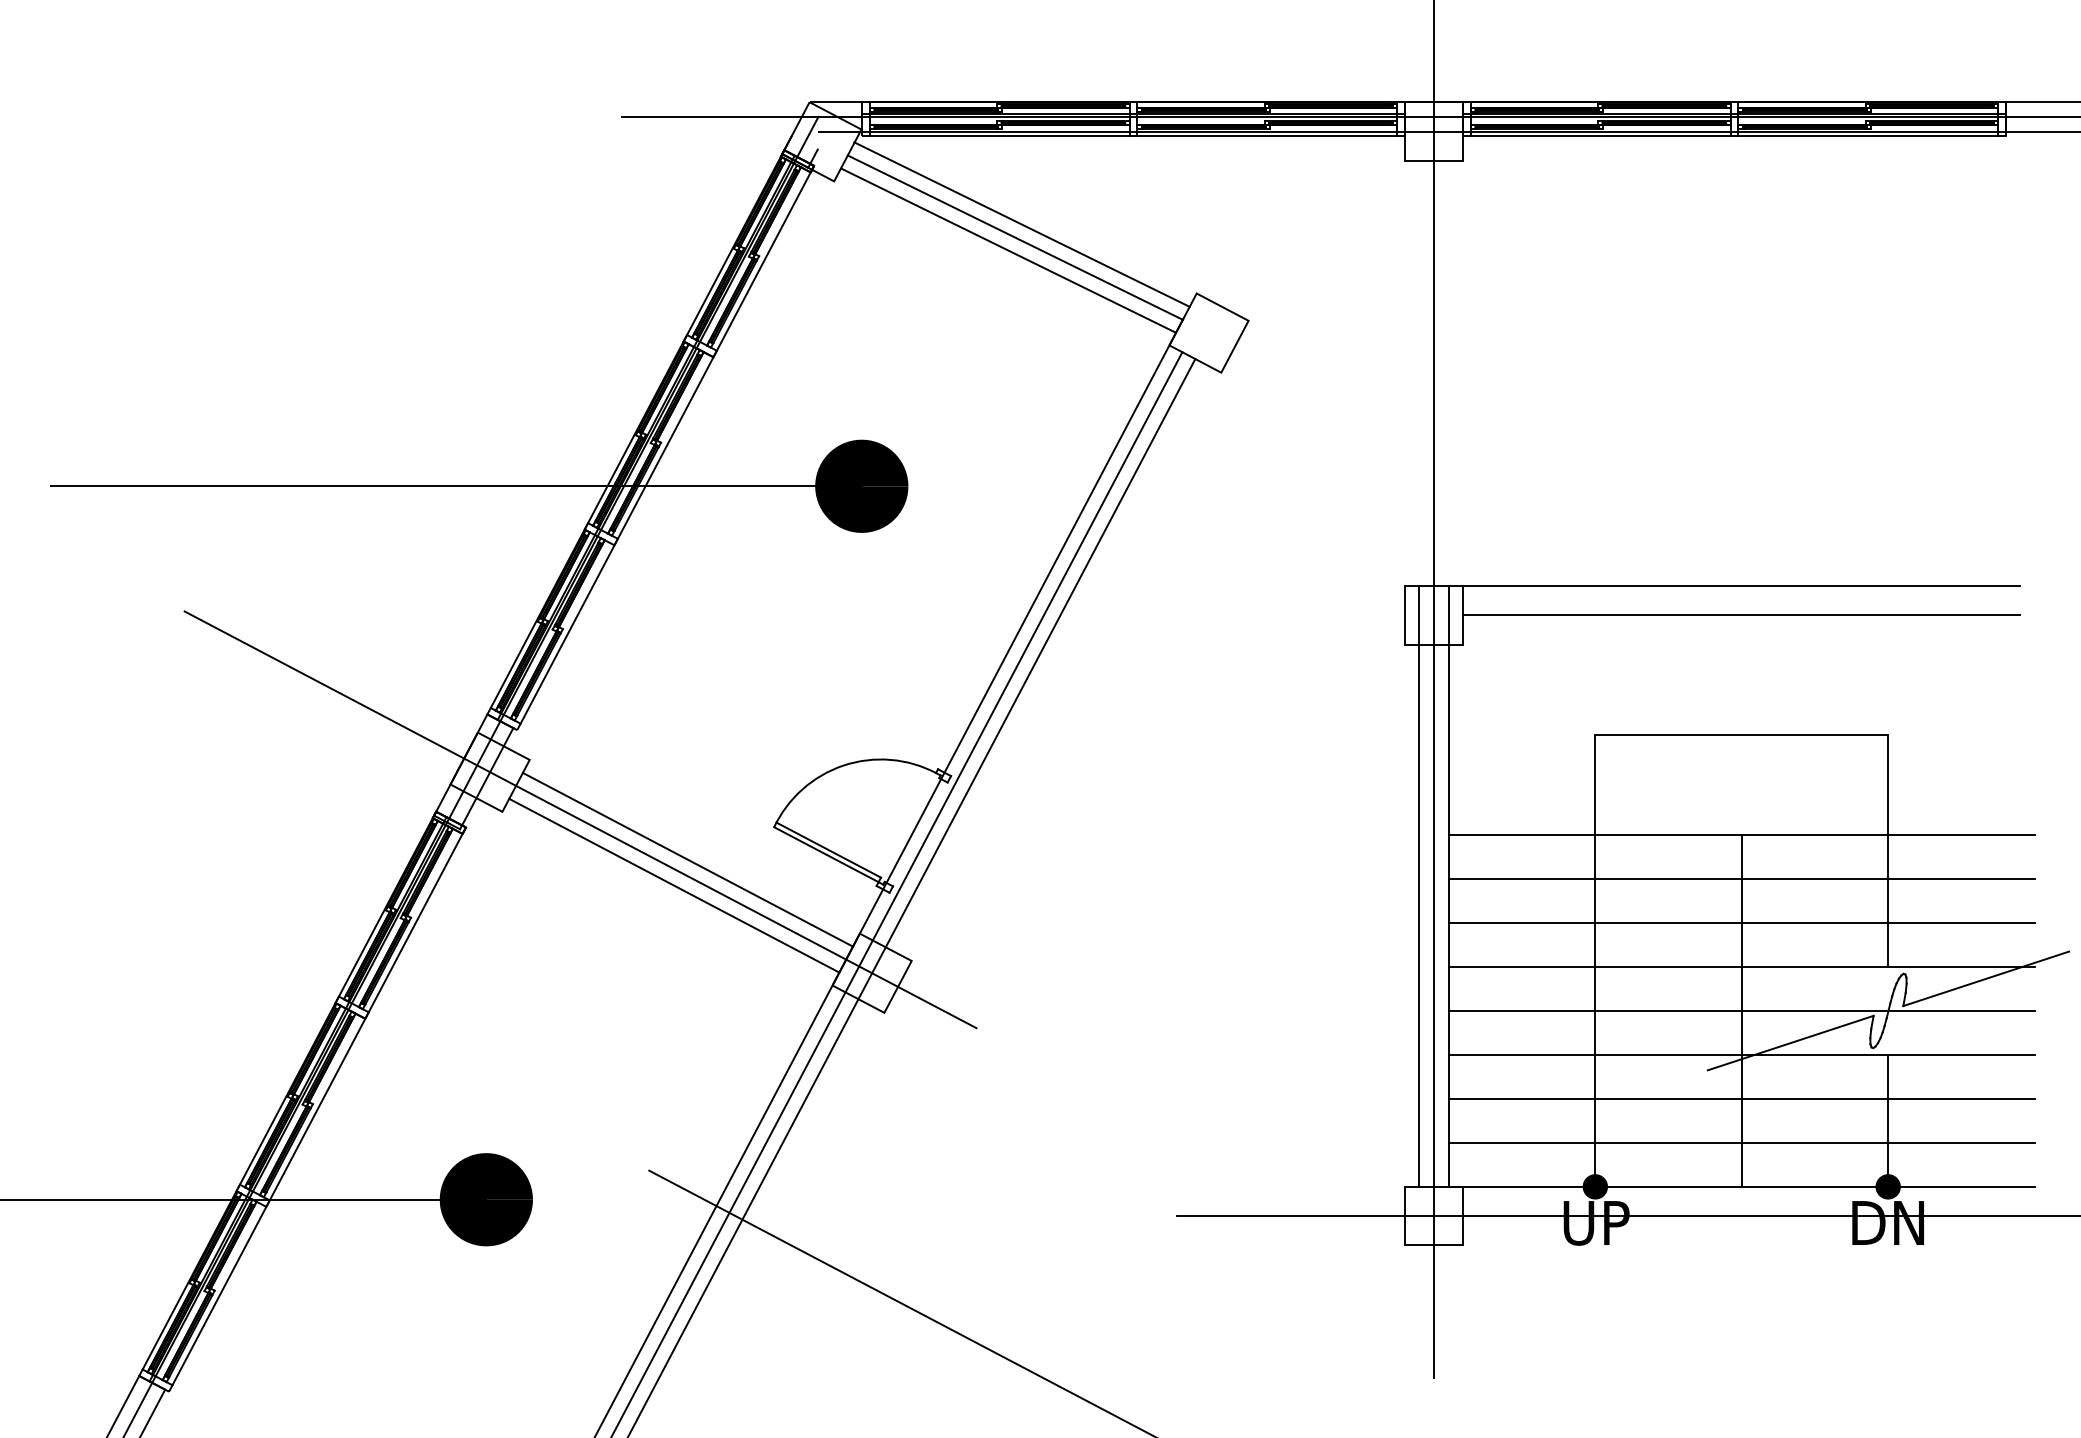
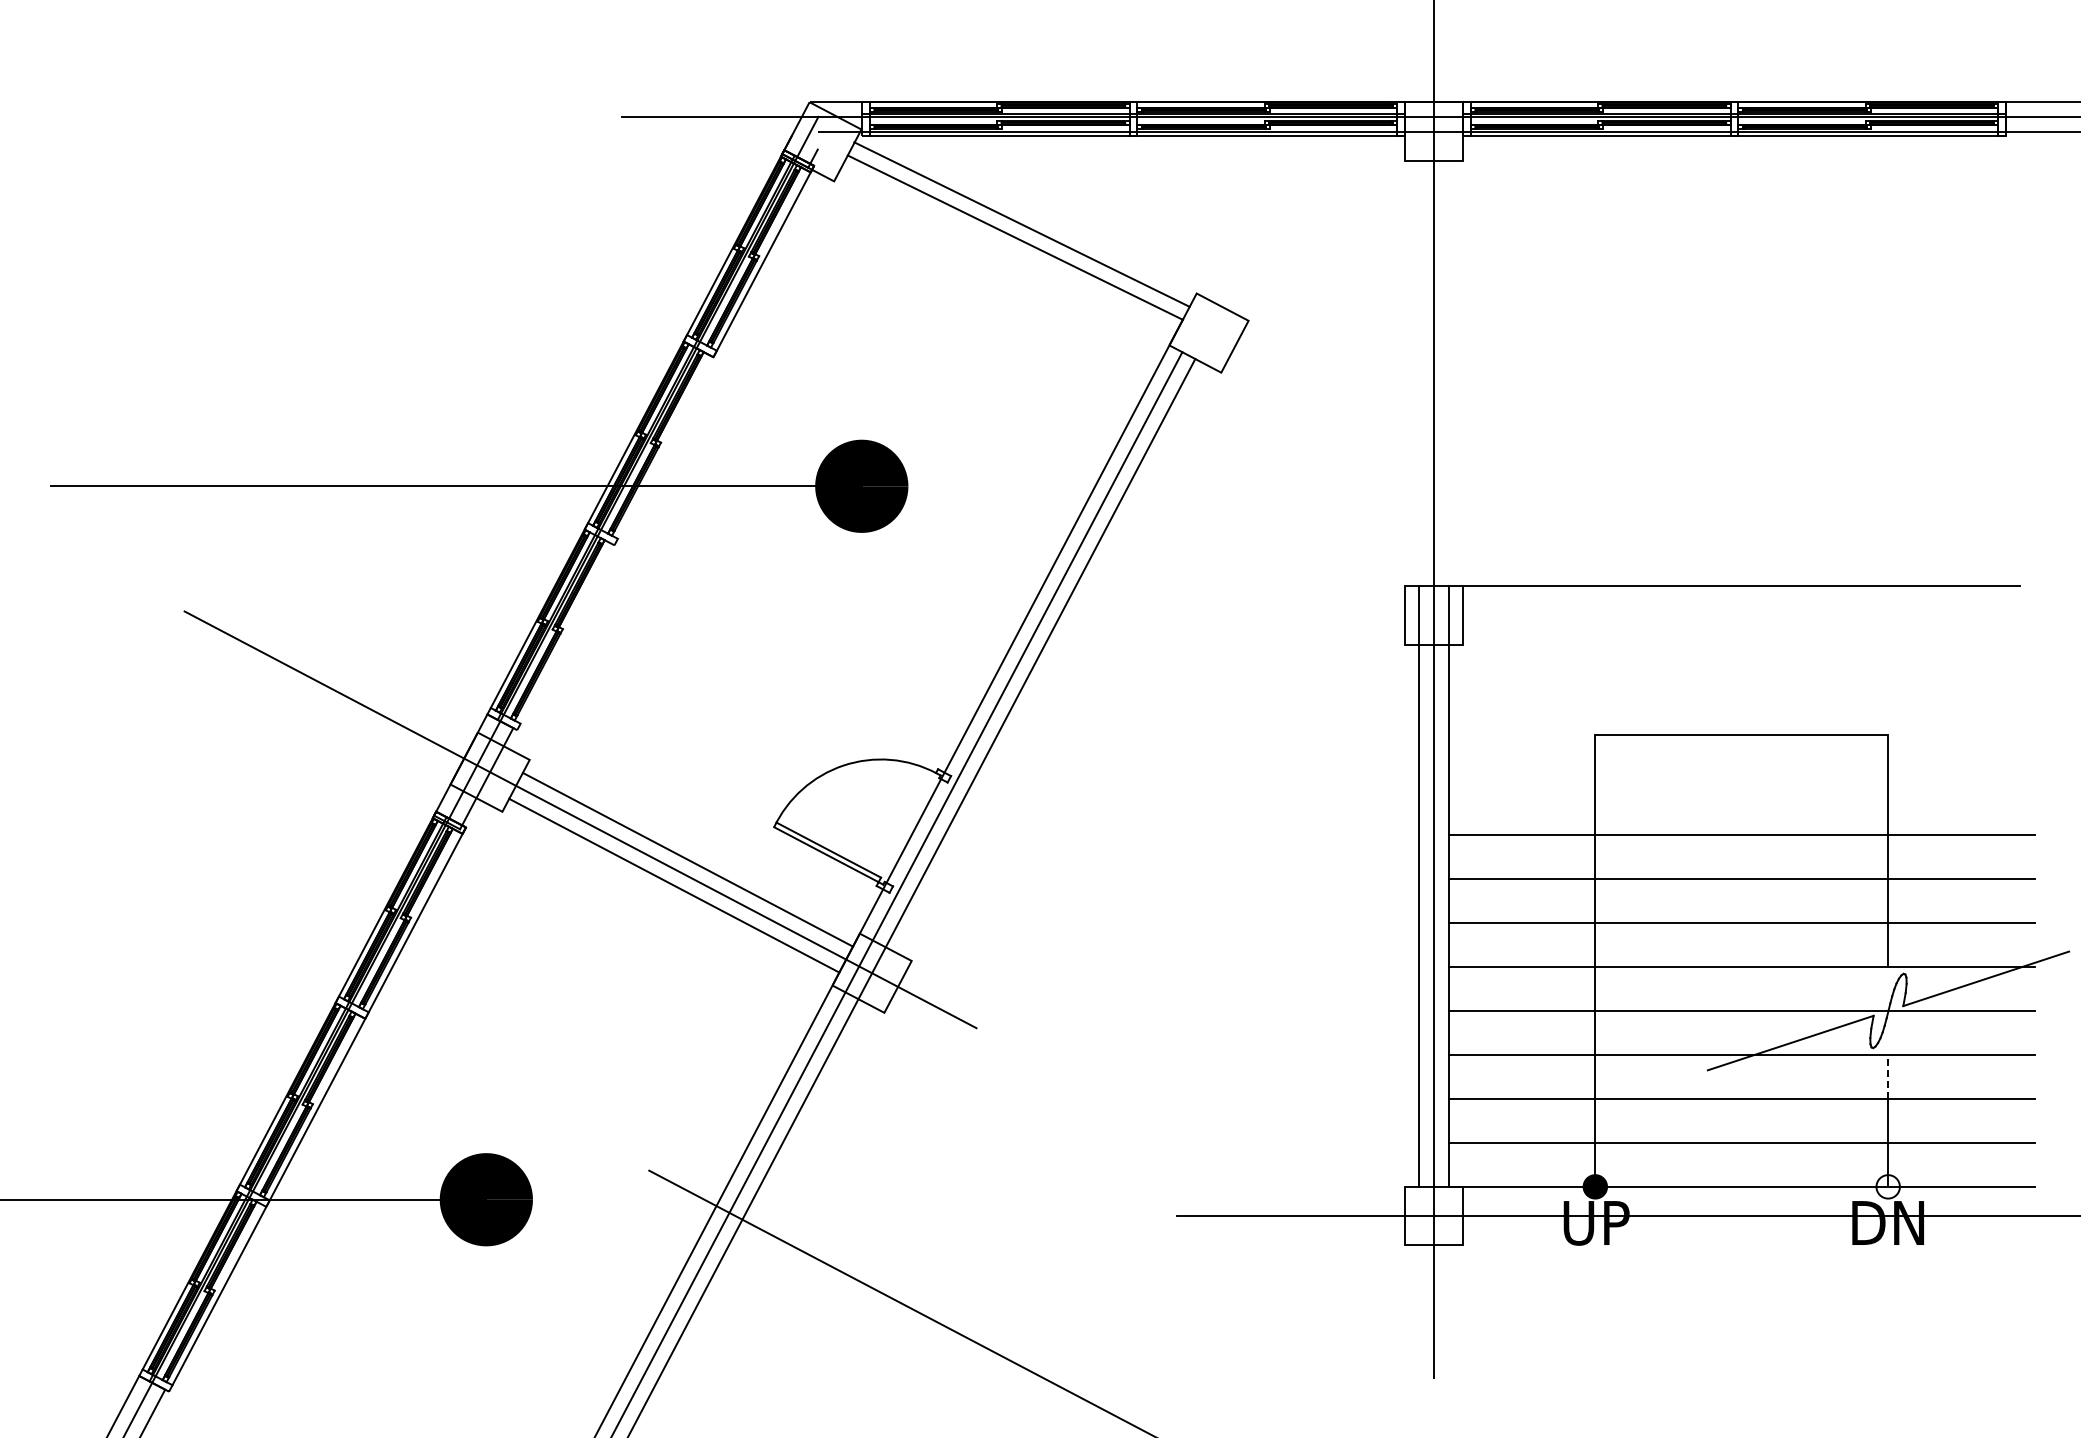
line at (1008, 250): present -> none
line at (616, 540): present -> none
line at (1741, 615): present -> none
line at (1741, 1010): present -> none
line at (1888, 1076): solid -> dashed
fill at (1887, 1186): present -> none
